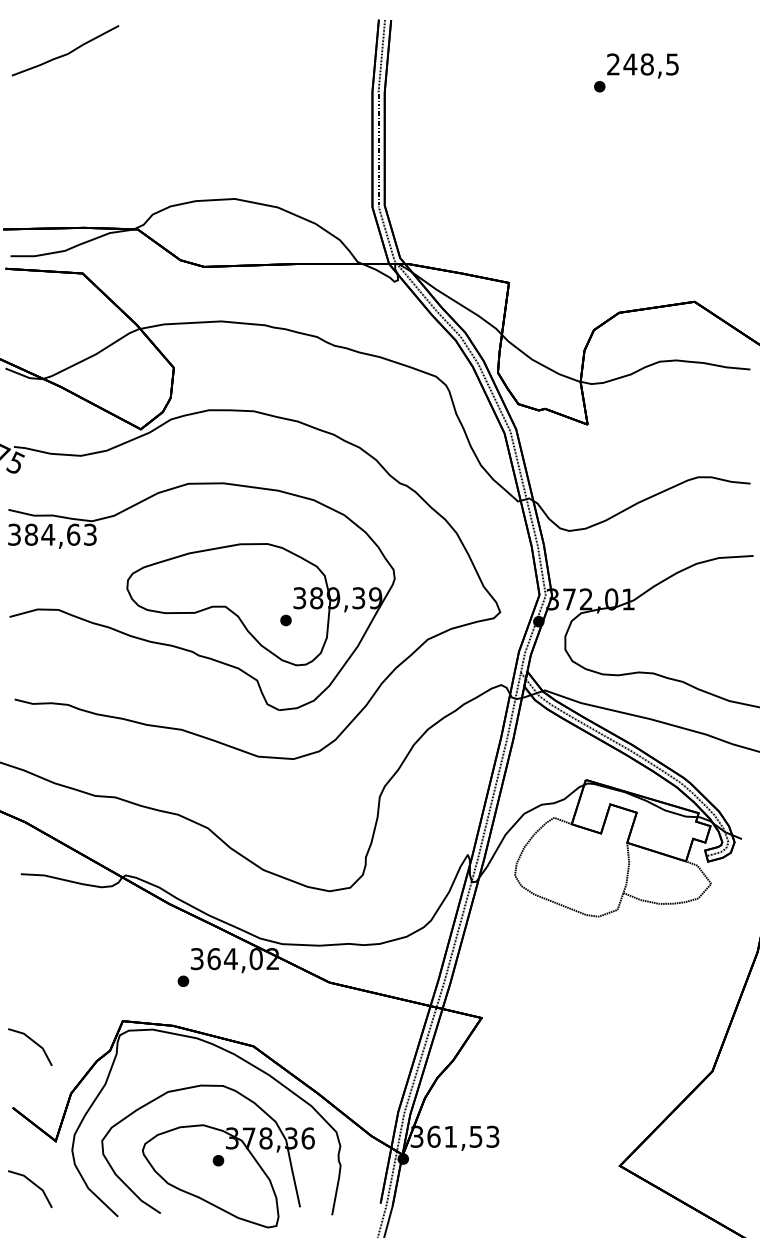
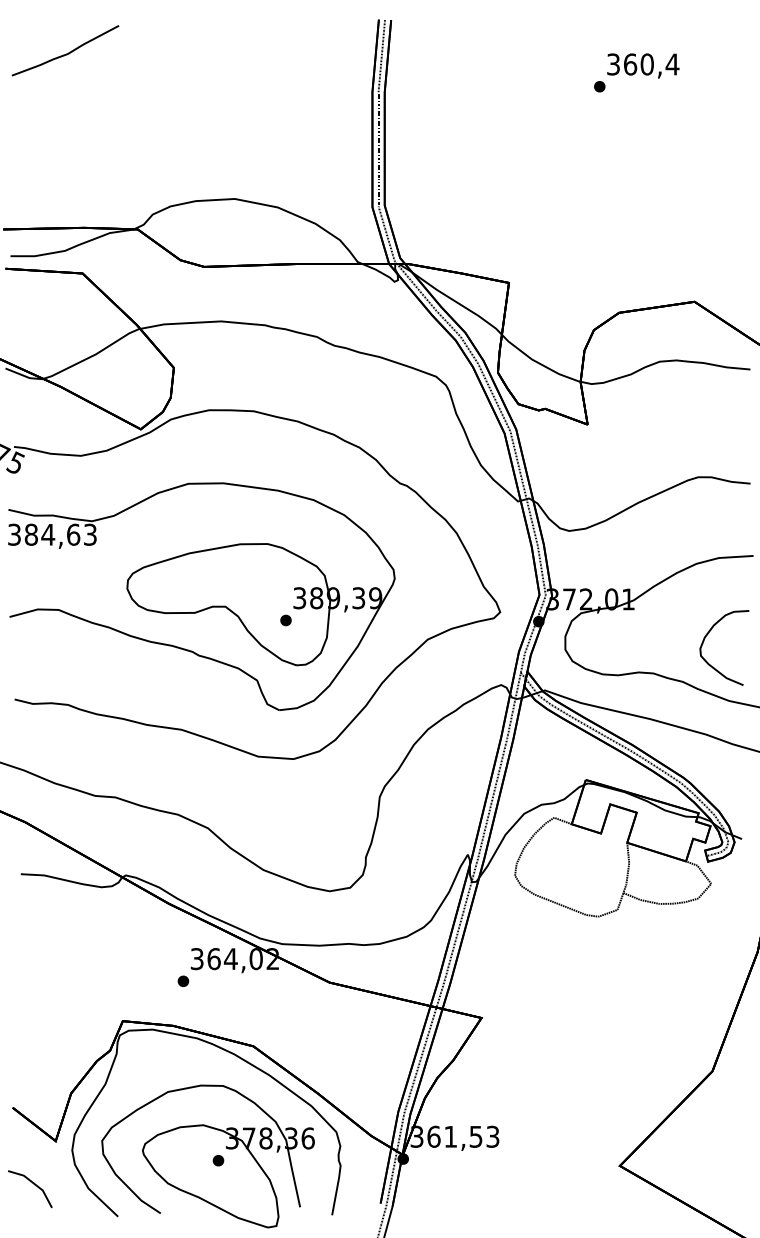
text at (643, 64): 248,5 -> 360,4
curve at (708, 634): none -> present
line at (34, 1043): present -> none
